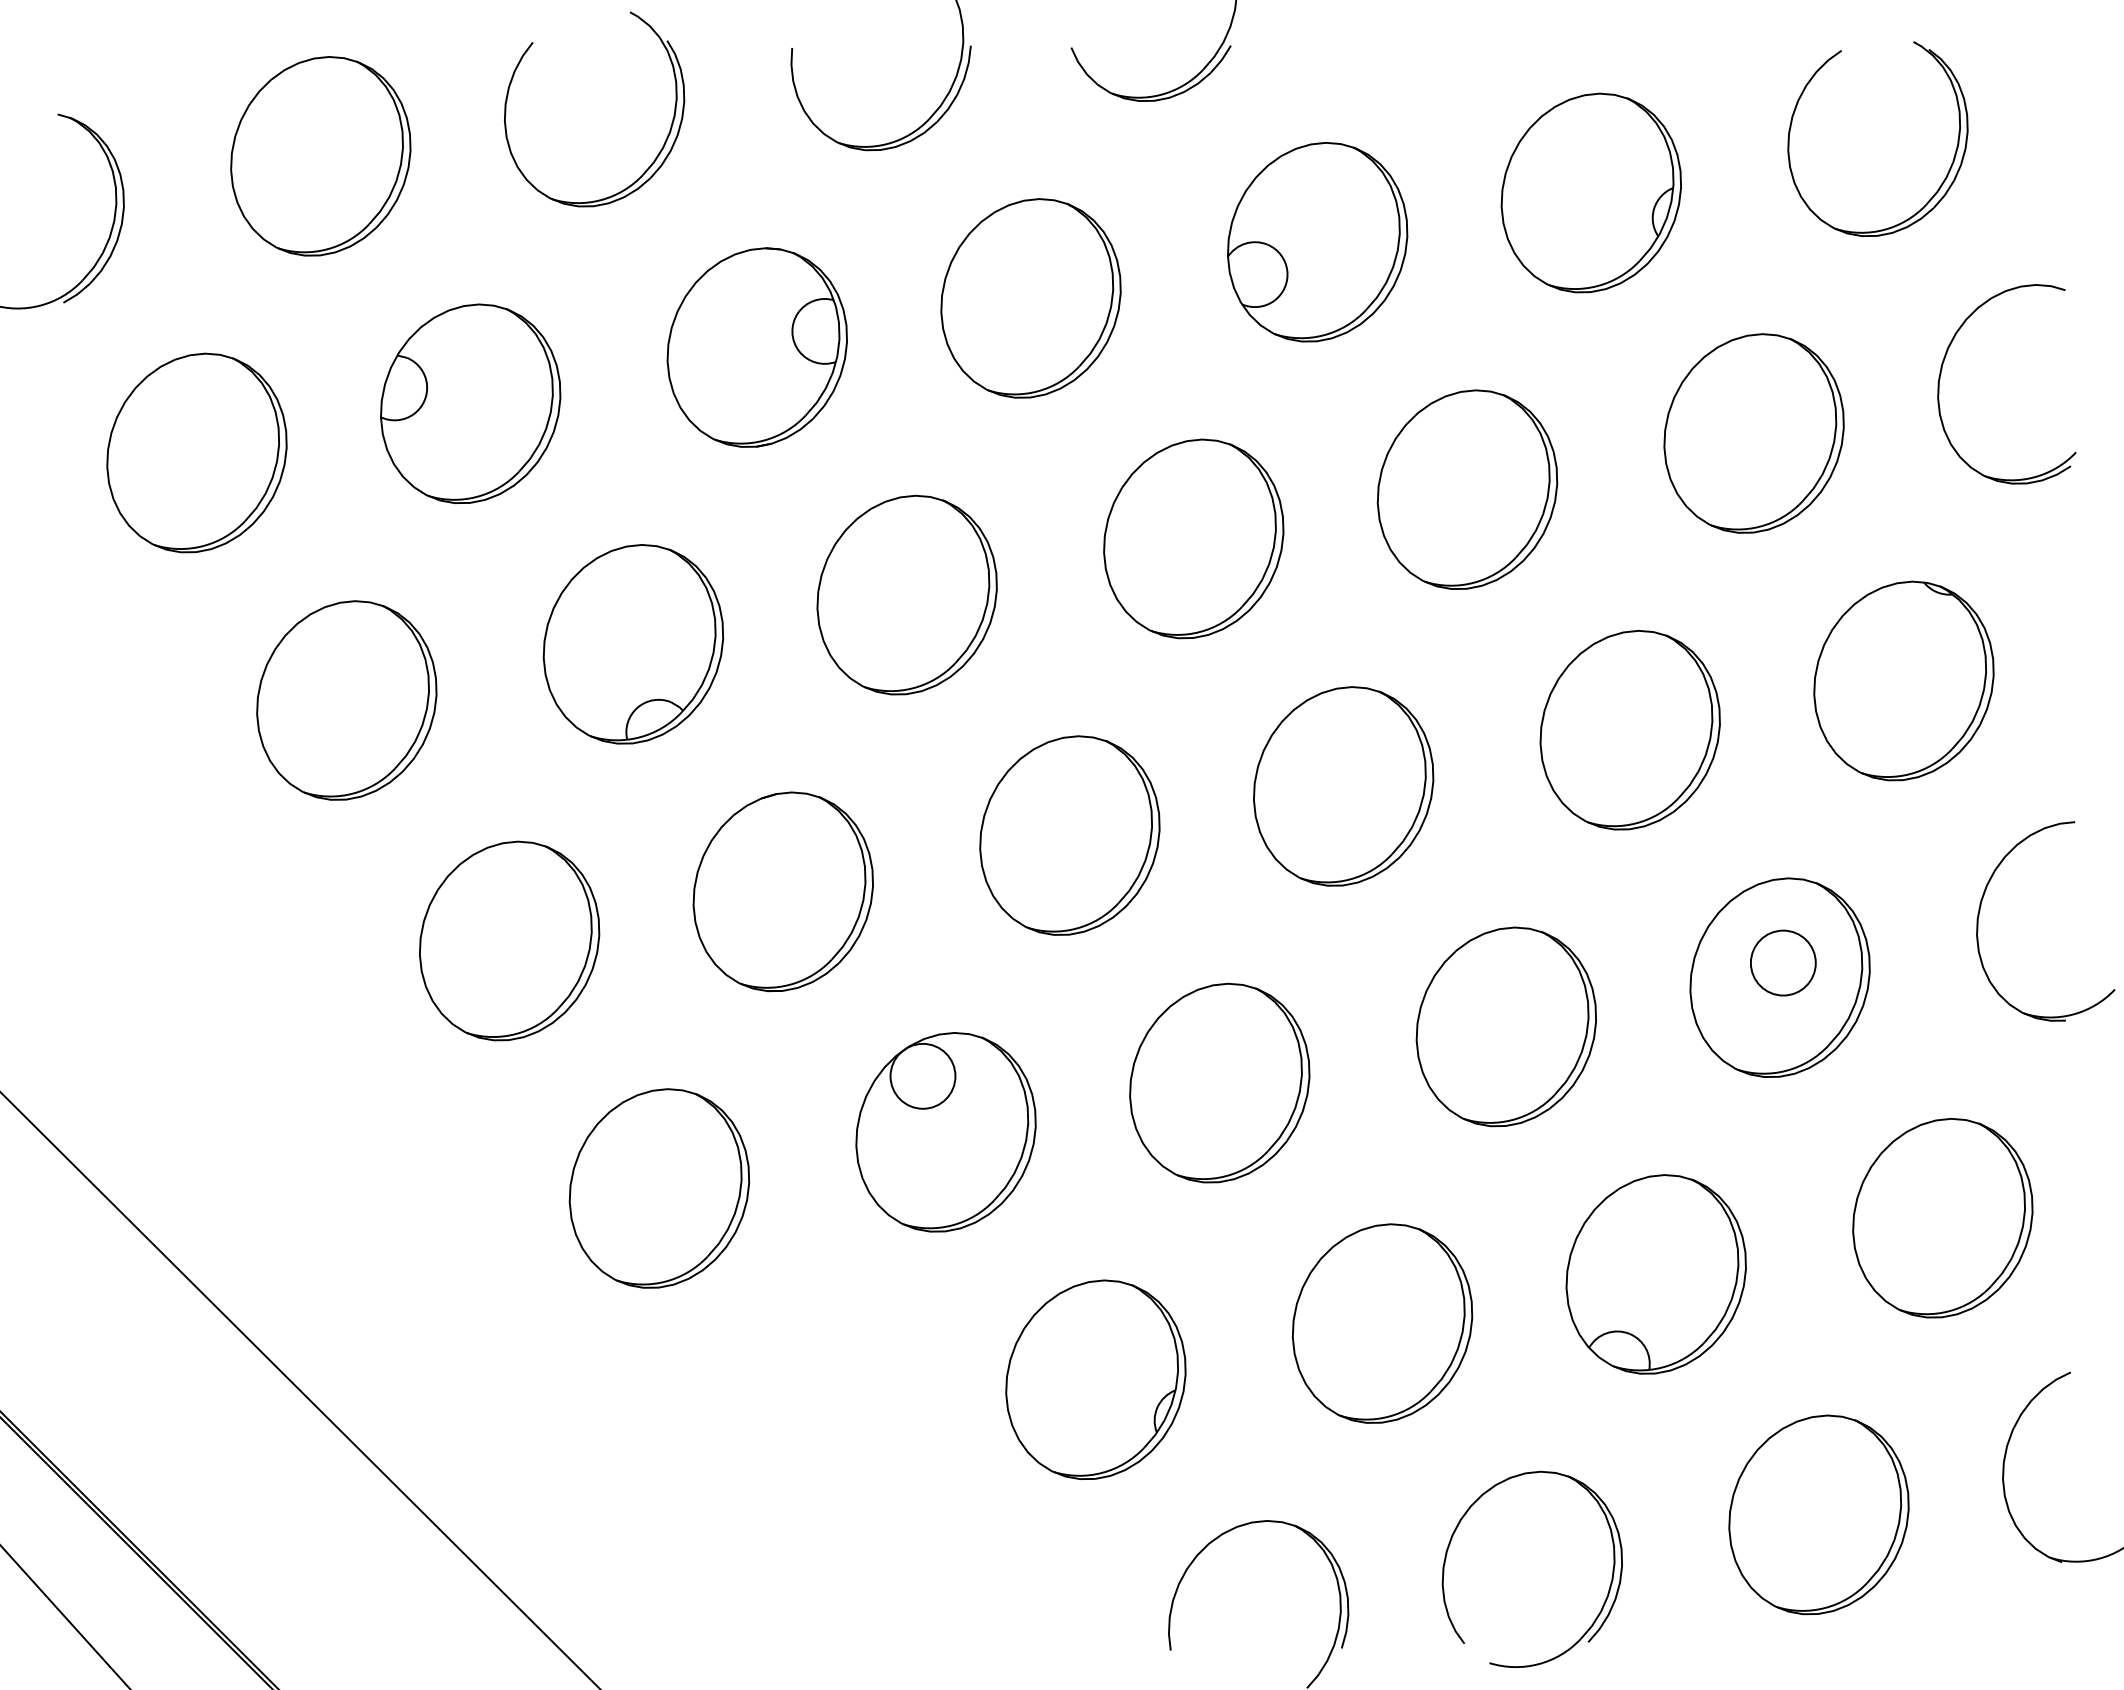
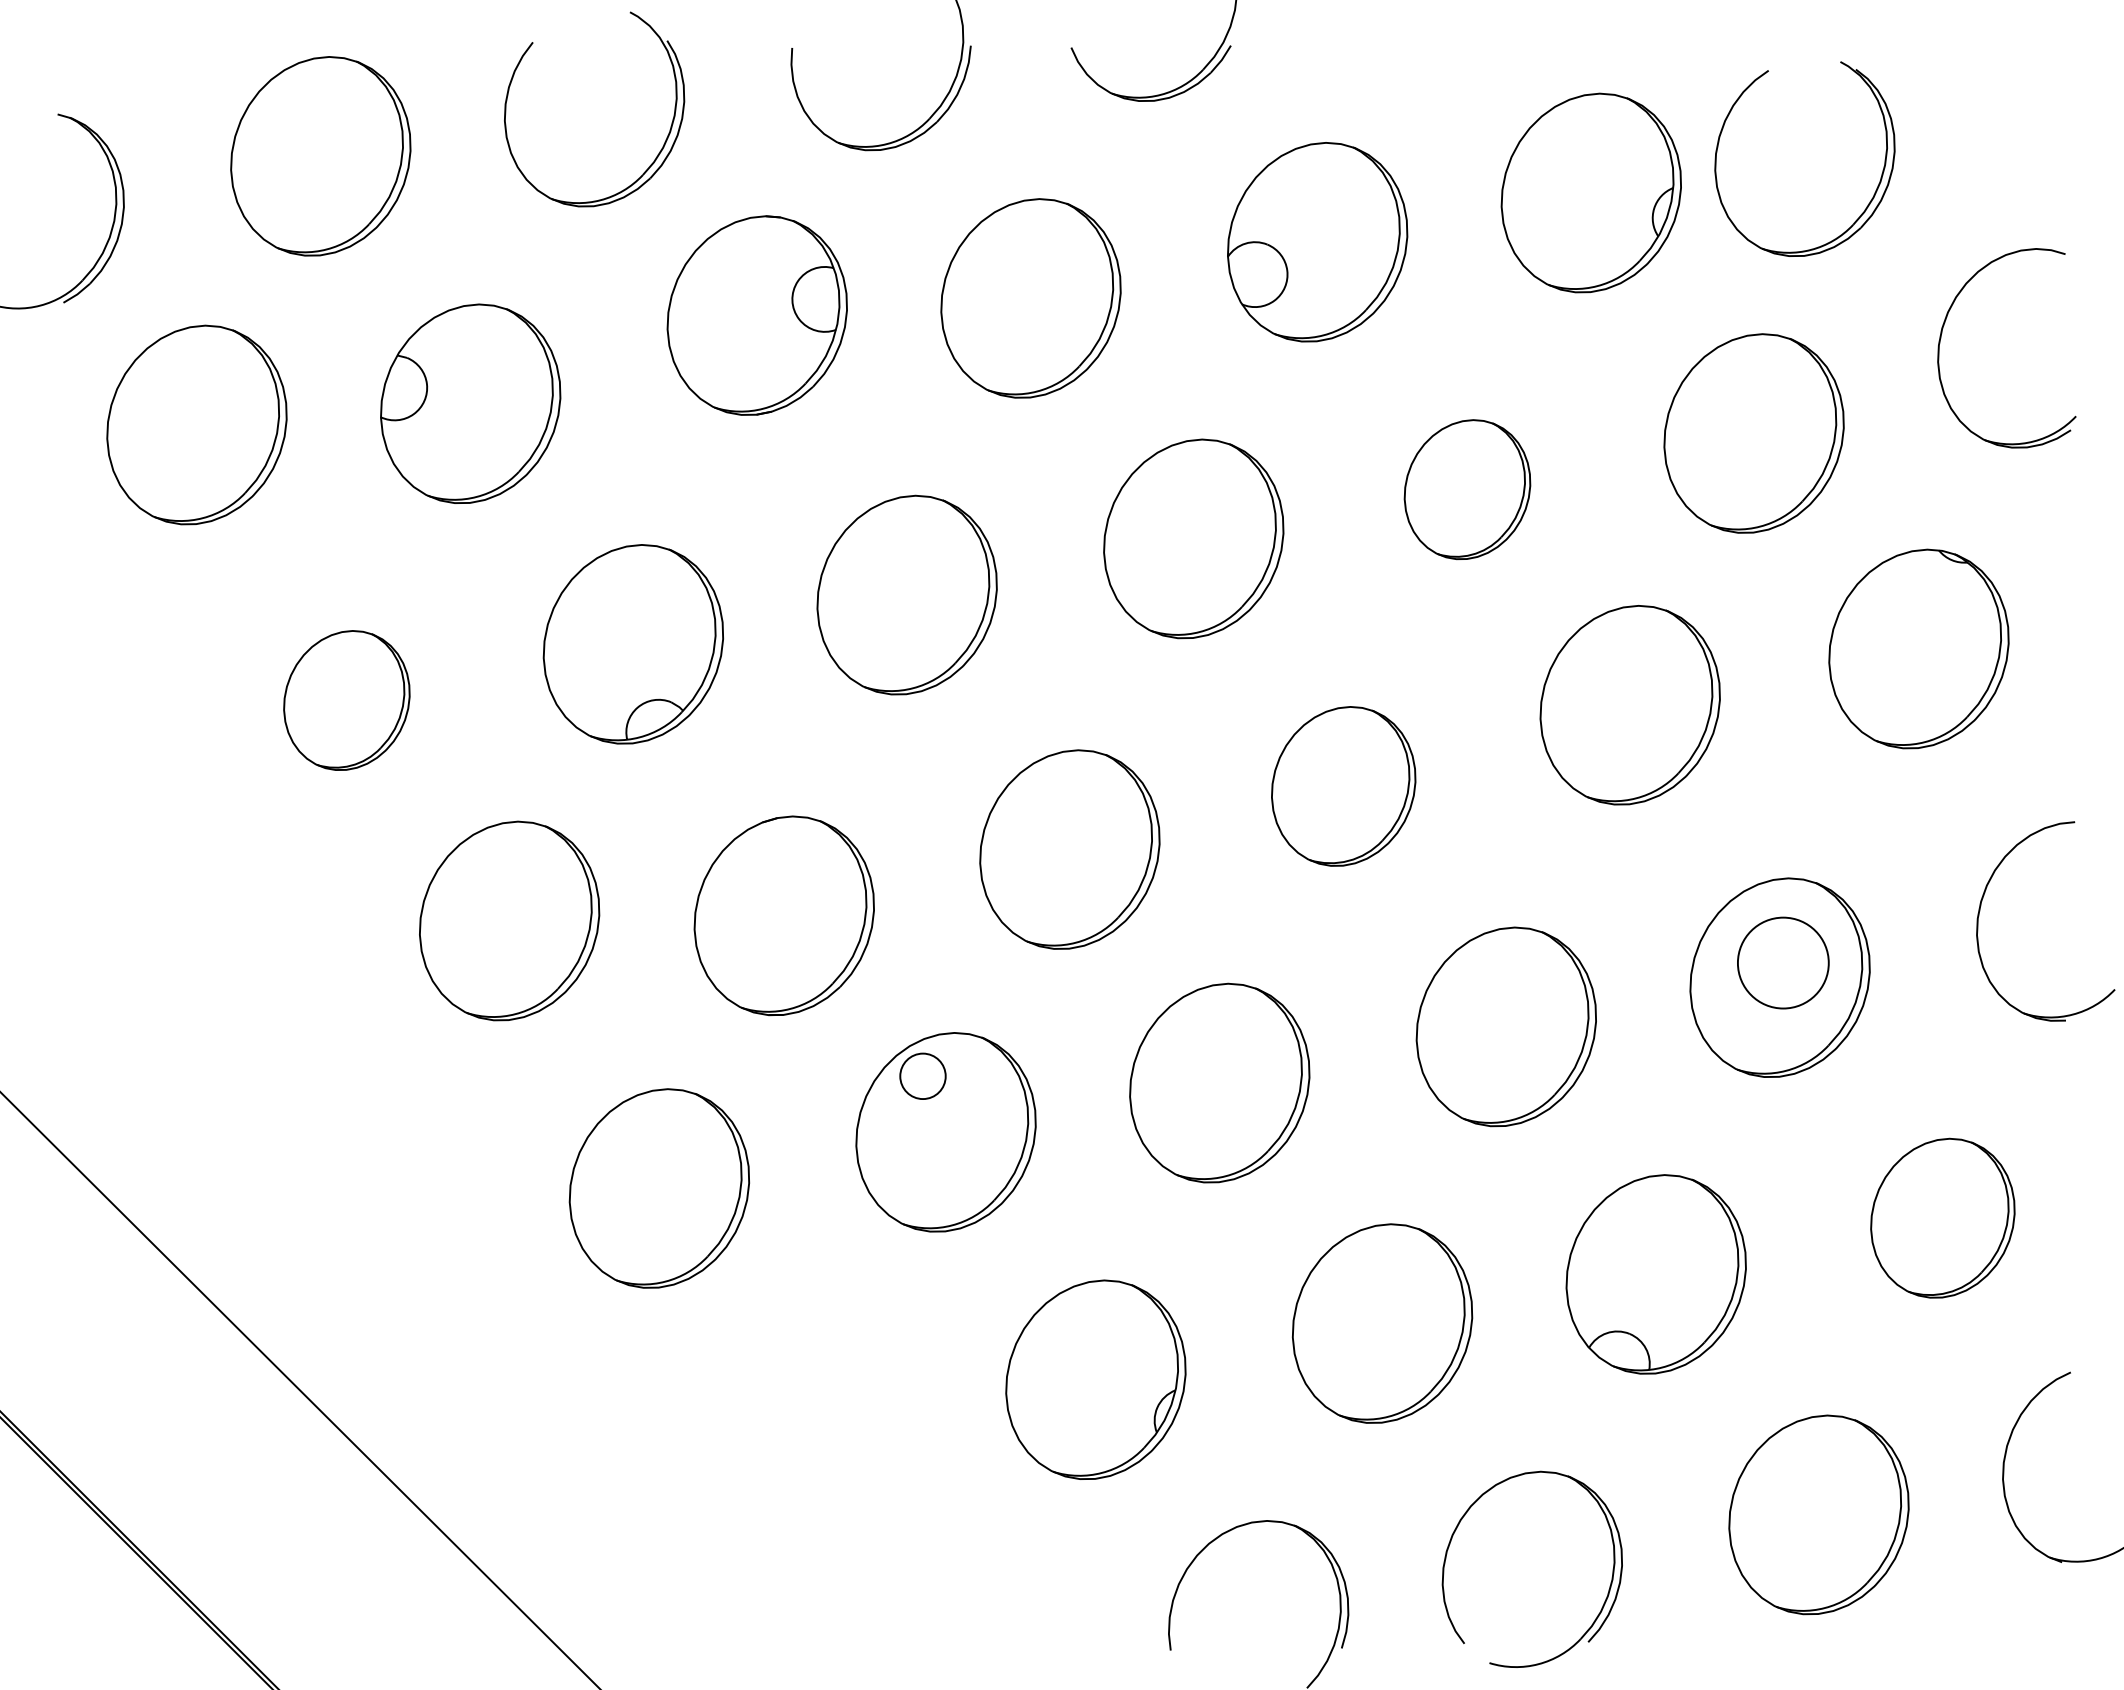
part at (1947, 172) position: (1947, 172) -> (1874, 192)
part at (756, 347) position: (756, 347) -> (756, 315)
part at (1942, 369) position: (1942, 369) -> (1942, 333)
part at (196, 452) position: (196, 452) -> (196, 424)
part at (1467, 489) size: 183x201 px -> 129x142 px
part at (1903, 680) position: (1903, 680) -> (1918, 648)
part at (346, 700) size: 182x201 px -> 128x141 px
part at (1629, 730) position: (1629, 730) -> (1629, 705)
part at (1343, 786) size: 182x201 px -> 146x161 px
part at (1069, 835) position: (1069, 835) -> (1069, 849)
part at (782, 891) position: (782, 891) -> (783, 915)
part at (509, 940) position: (509, 940) -> (509, 920)
circle at (1782, 962) diameter: 65 px -> 91 px
circle at (922, 1075) diameter: 65 px -> 45 px
part at (1942, 1218) size: 182x201 px -> 146x162 px
line at (65, 1616): present -> none
